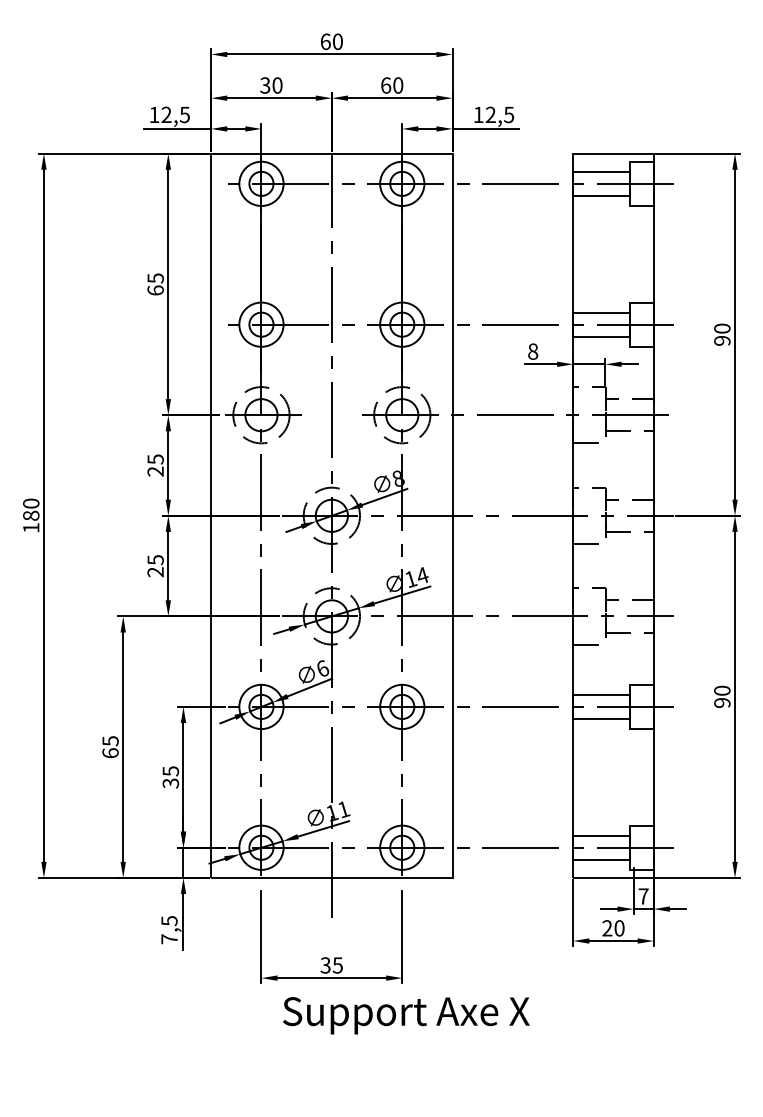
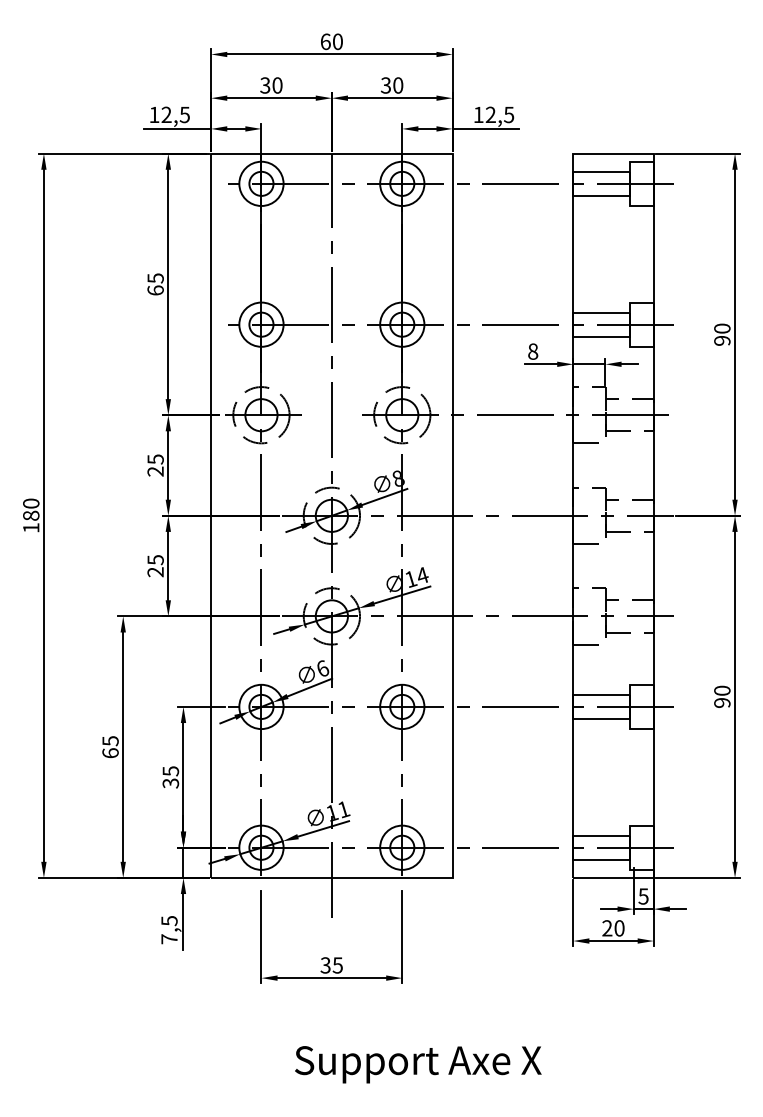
text at (385, 85): 60 -> 30
text at (643, 896): 7 -> 5
text at (406, 1015) position: (406, 1015) -> (418, 1064)
